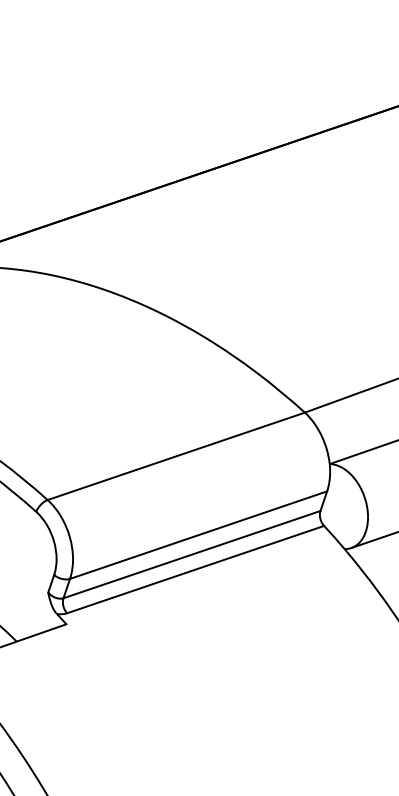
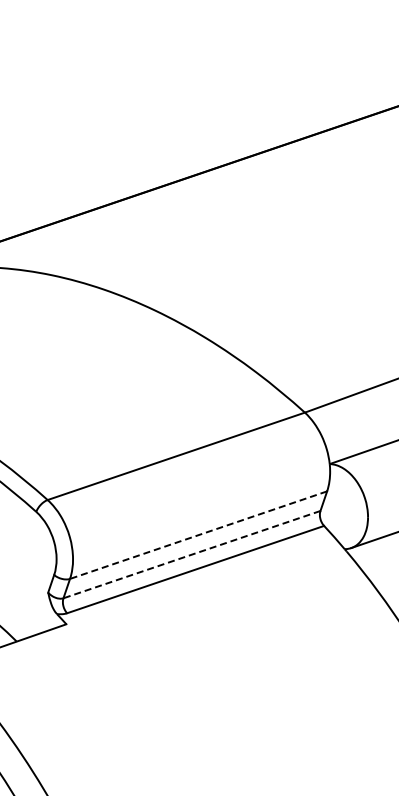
line at (198, 535): solid -> dashed
line at (191, 554): solid -> dashed
